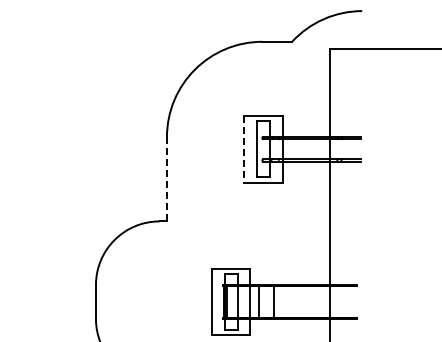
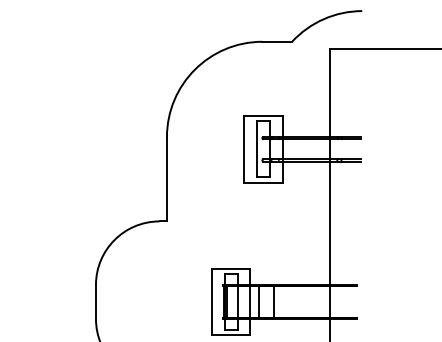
line at (244, 149): dashed -> solid
line at (166, 178): dashed -> solid
